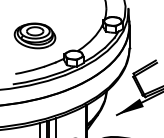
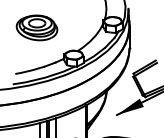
part at (34, 35) position: (34, 35) -> (36, 27)
